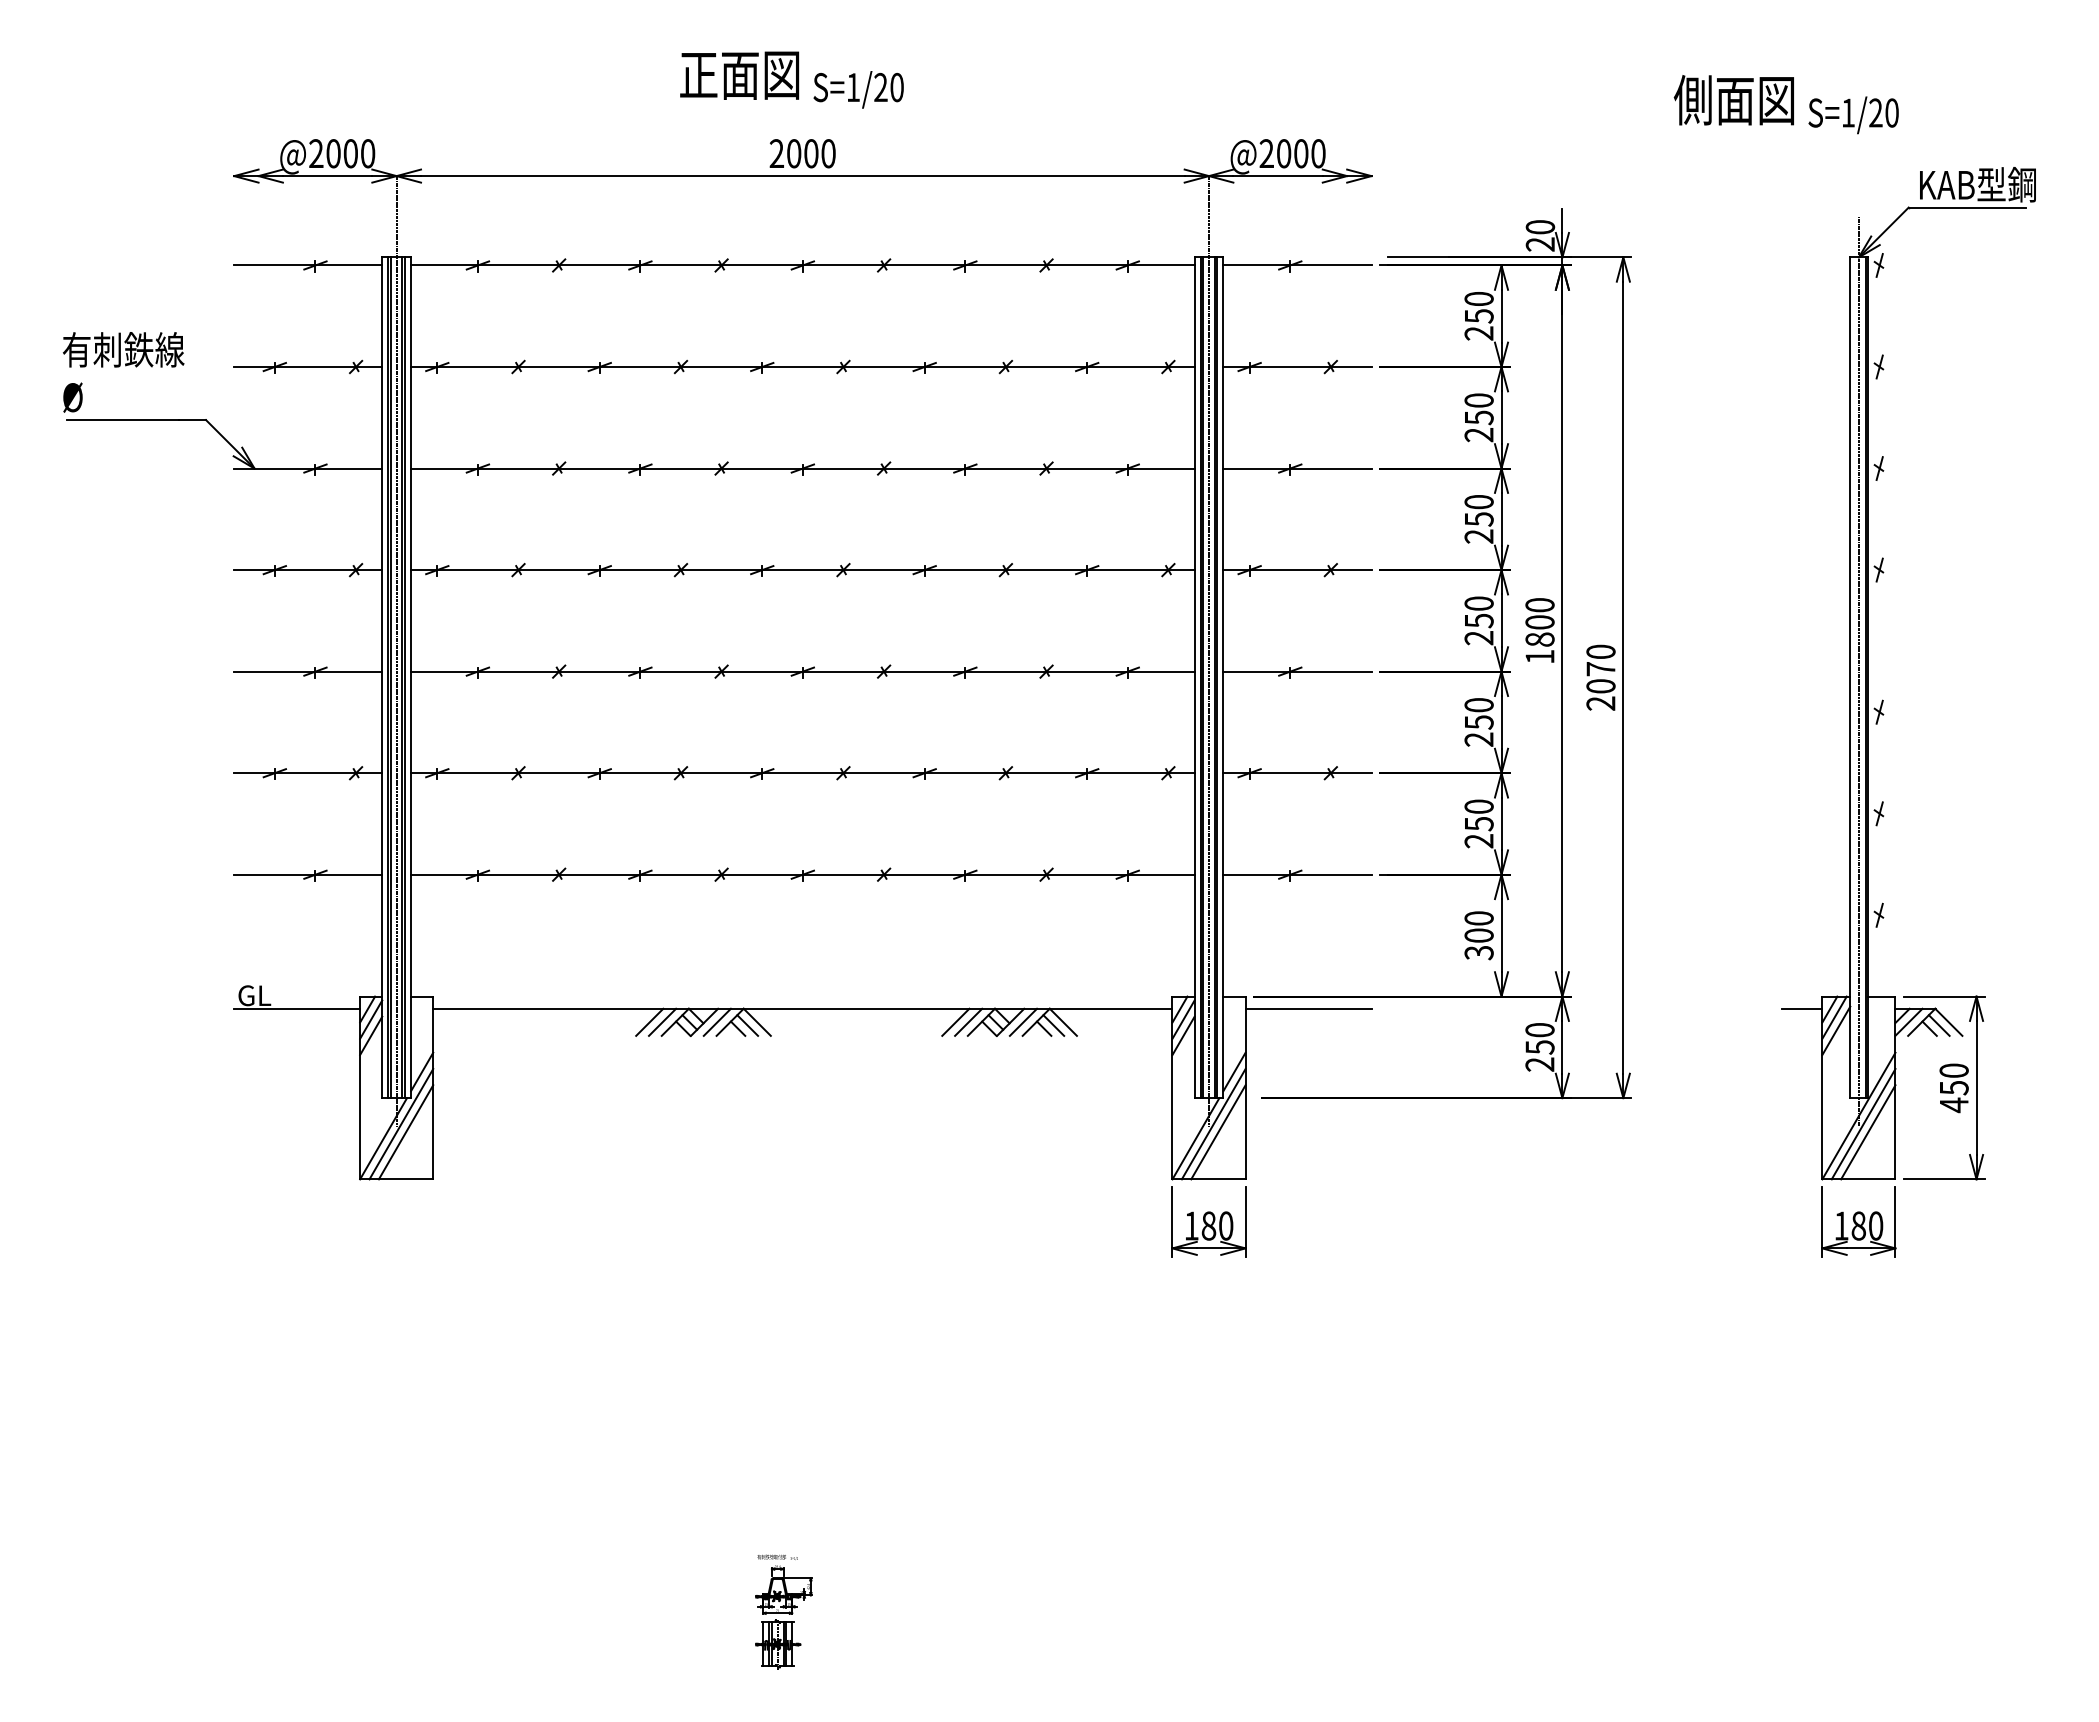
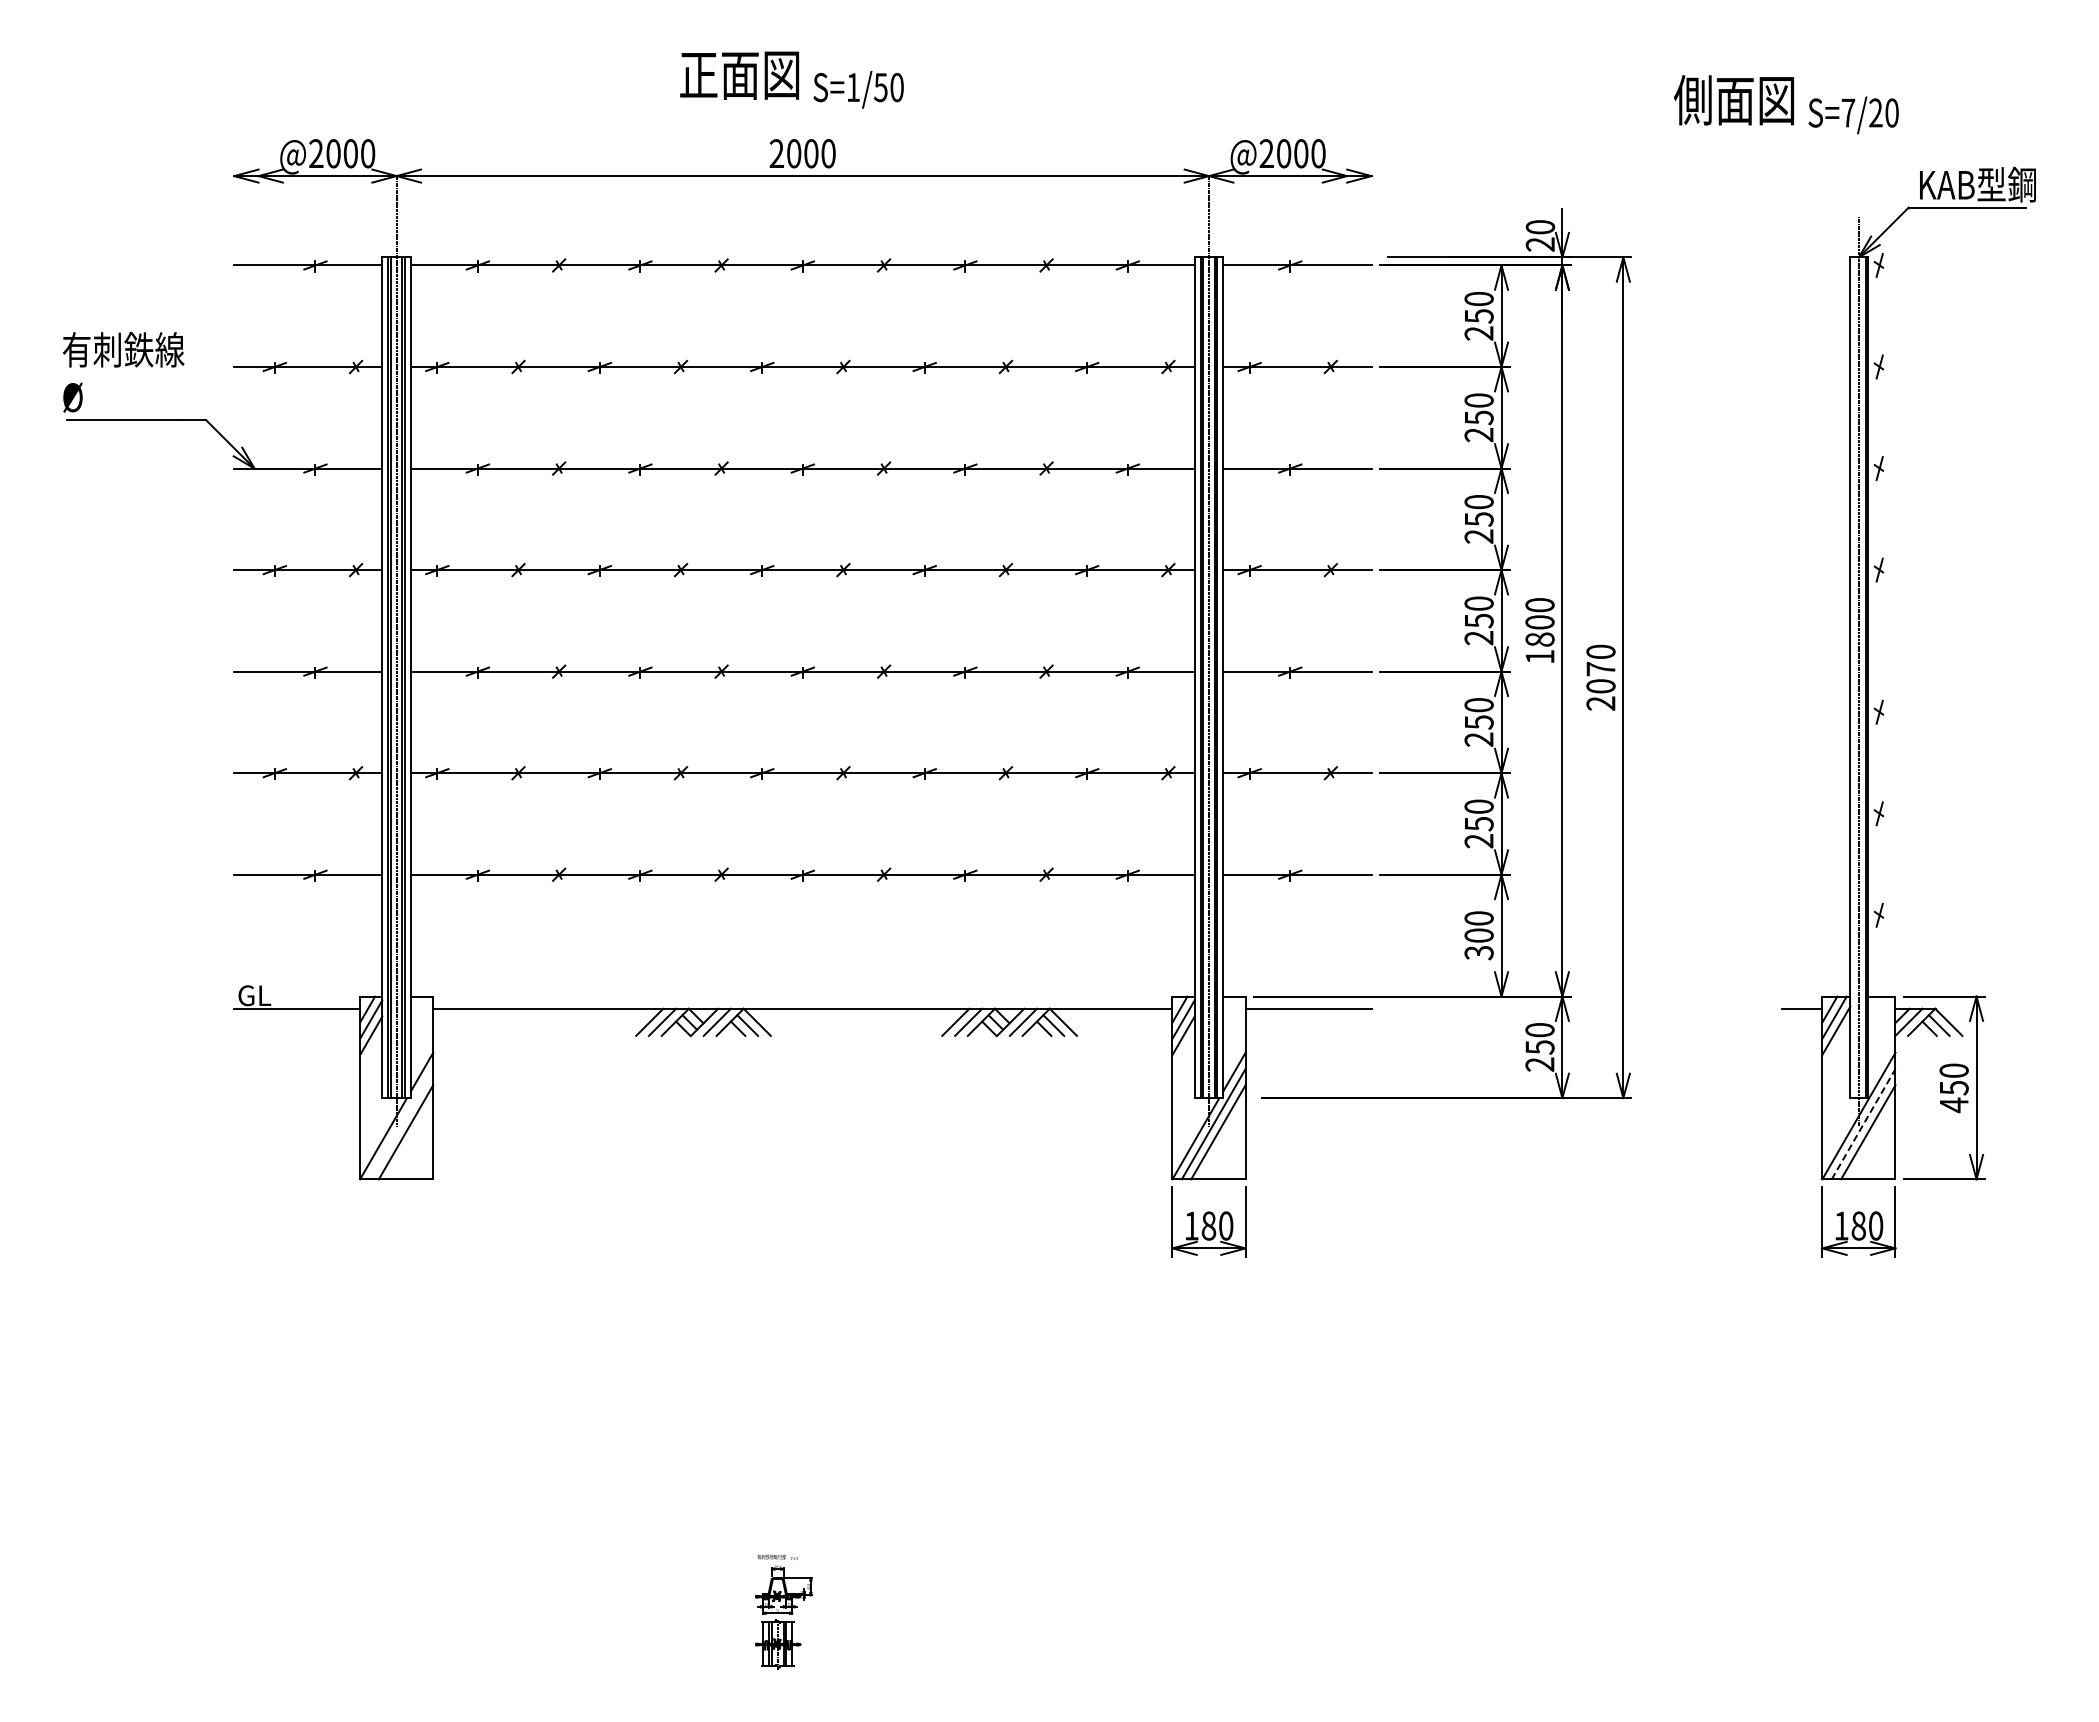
text at (880, 87): S=1/20 -> S=1/50
text at (1848, 112): S=1/20 -> S=7/20
line at (401, 1123): present -> none
line at (1863, 1124): solid -> dashed
